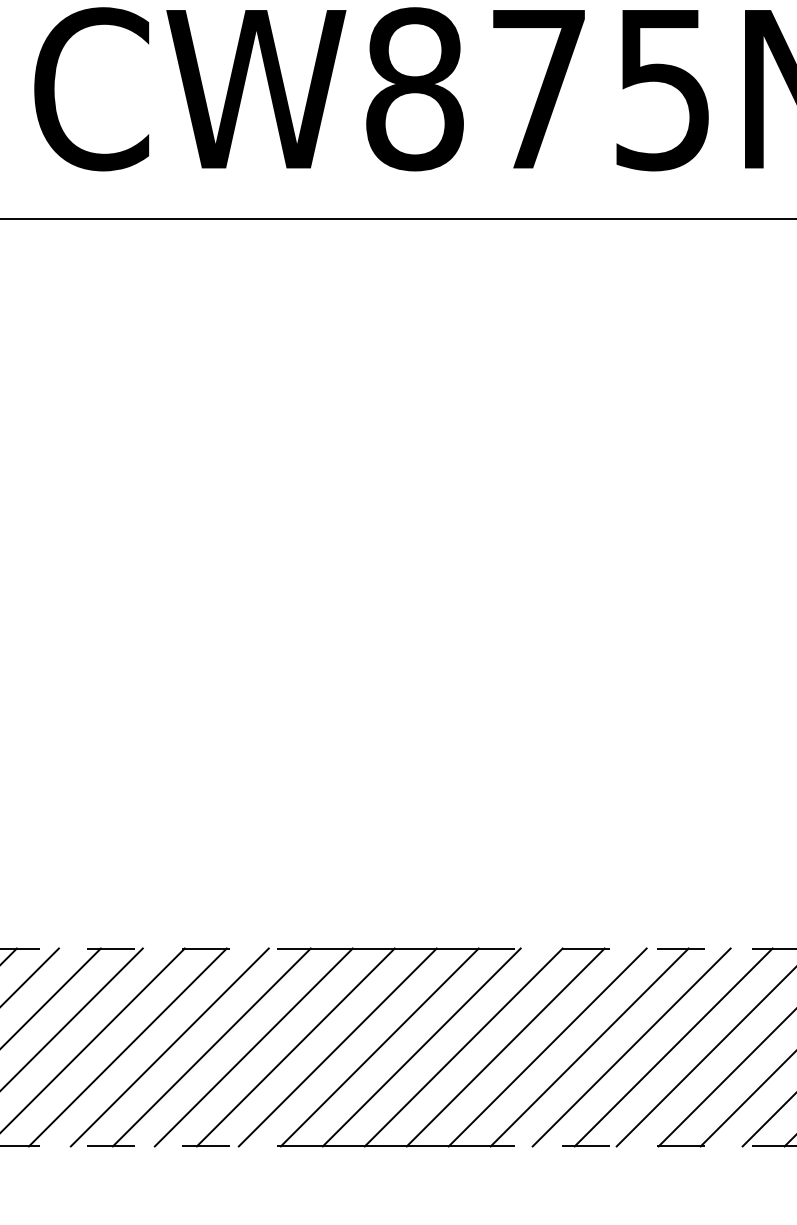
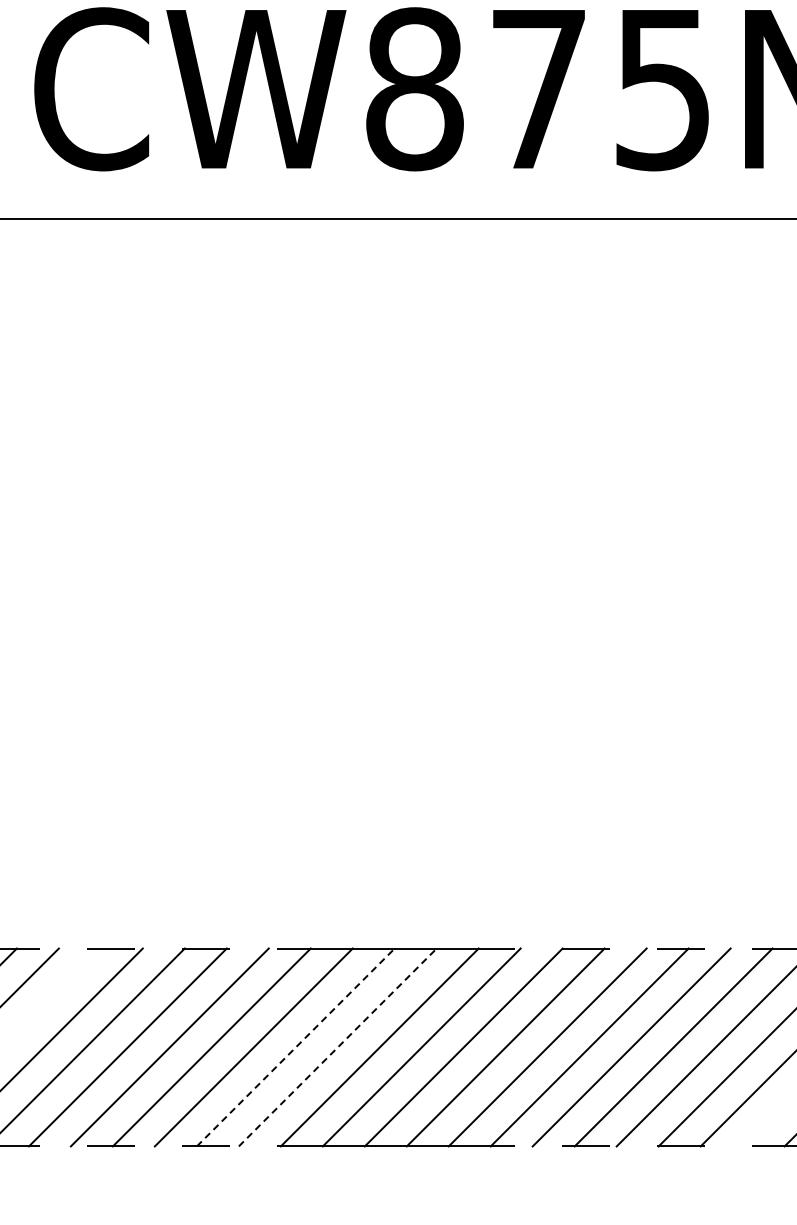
line at (51, 997): present -> none
line at (295, 1047): solid -> dashed
line at (337, 1047): solid -> dashed
line at (767, 1120): present -> none
